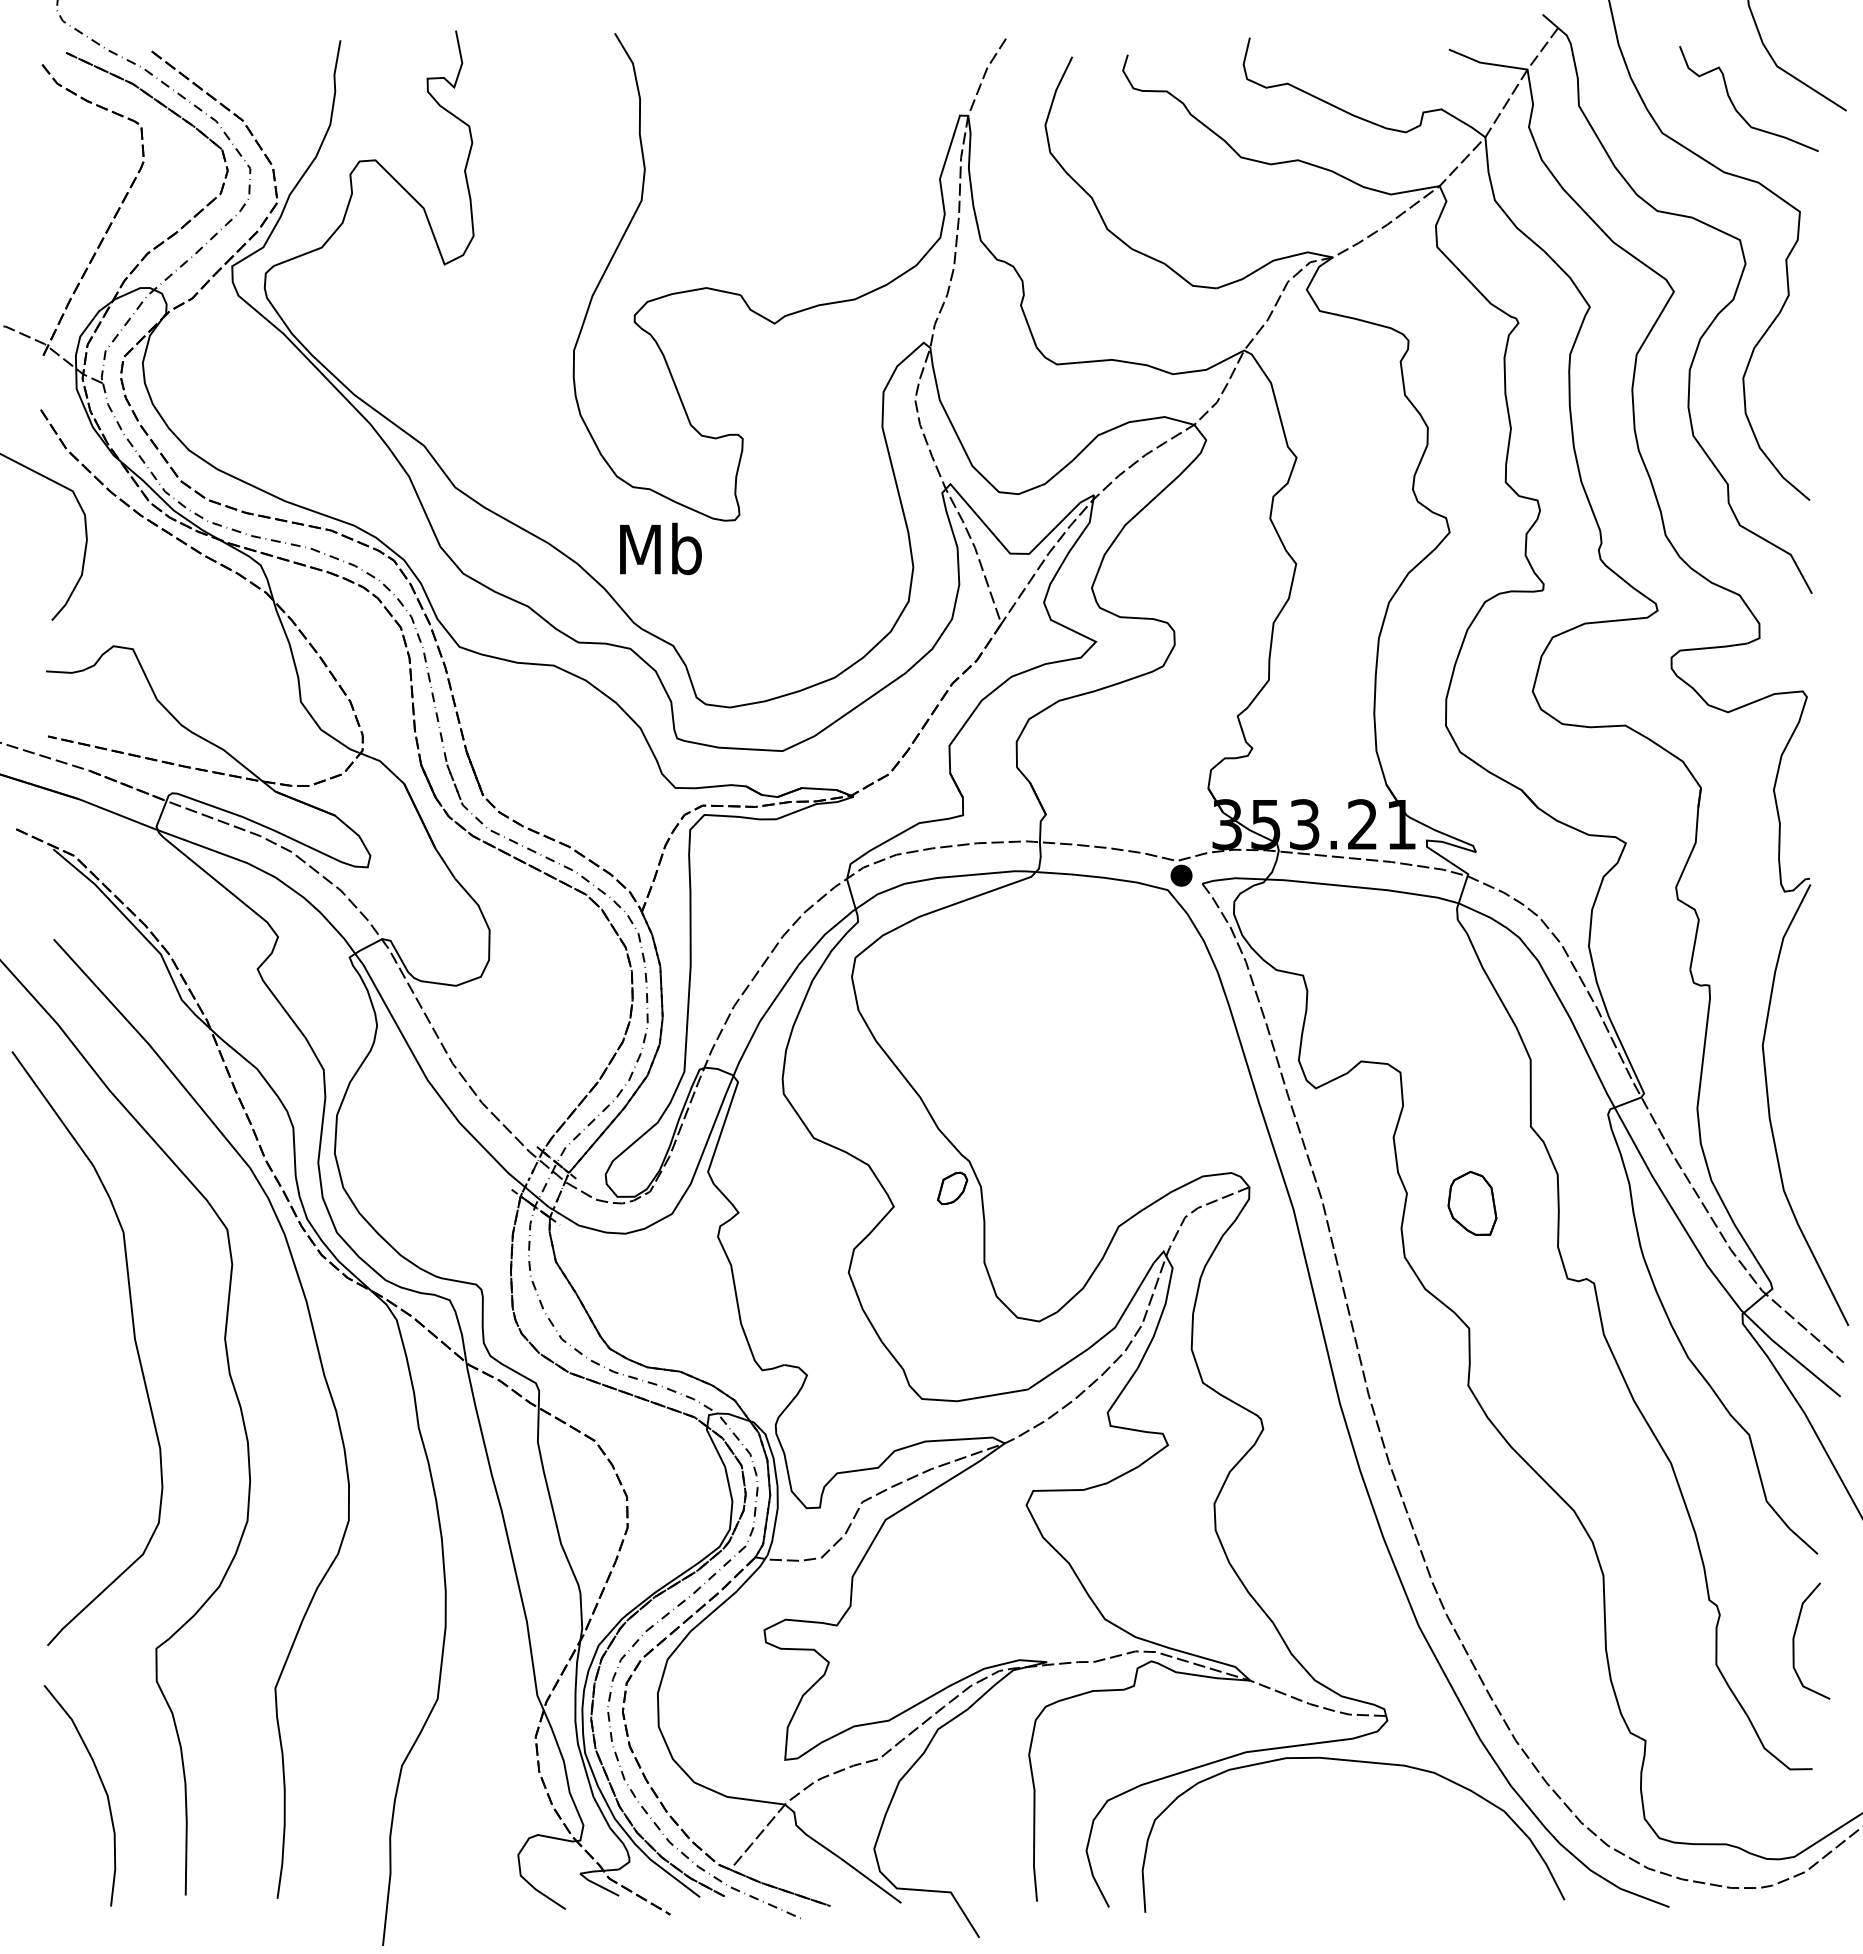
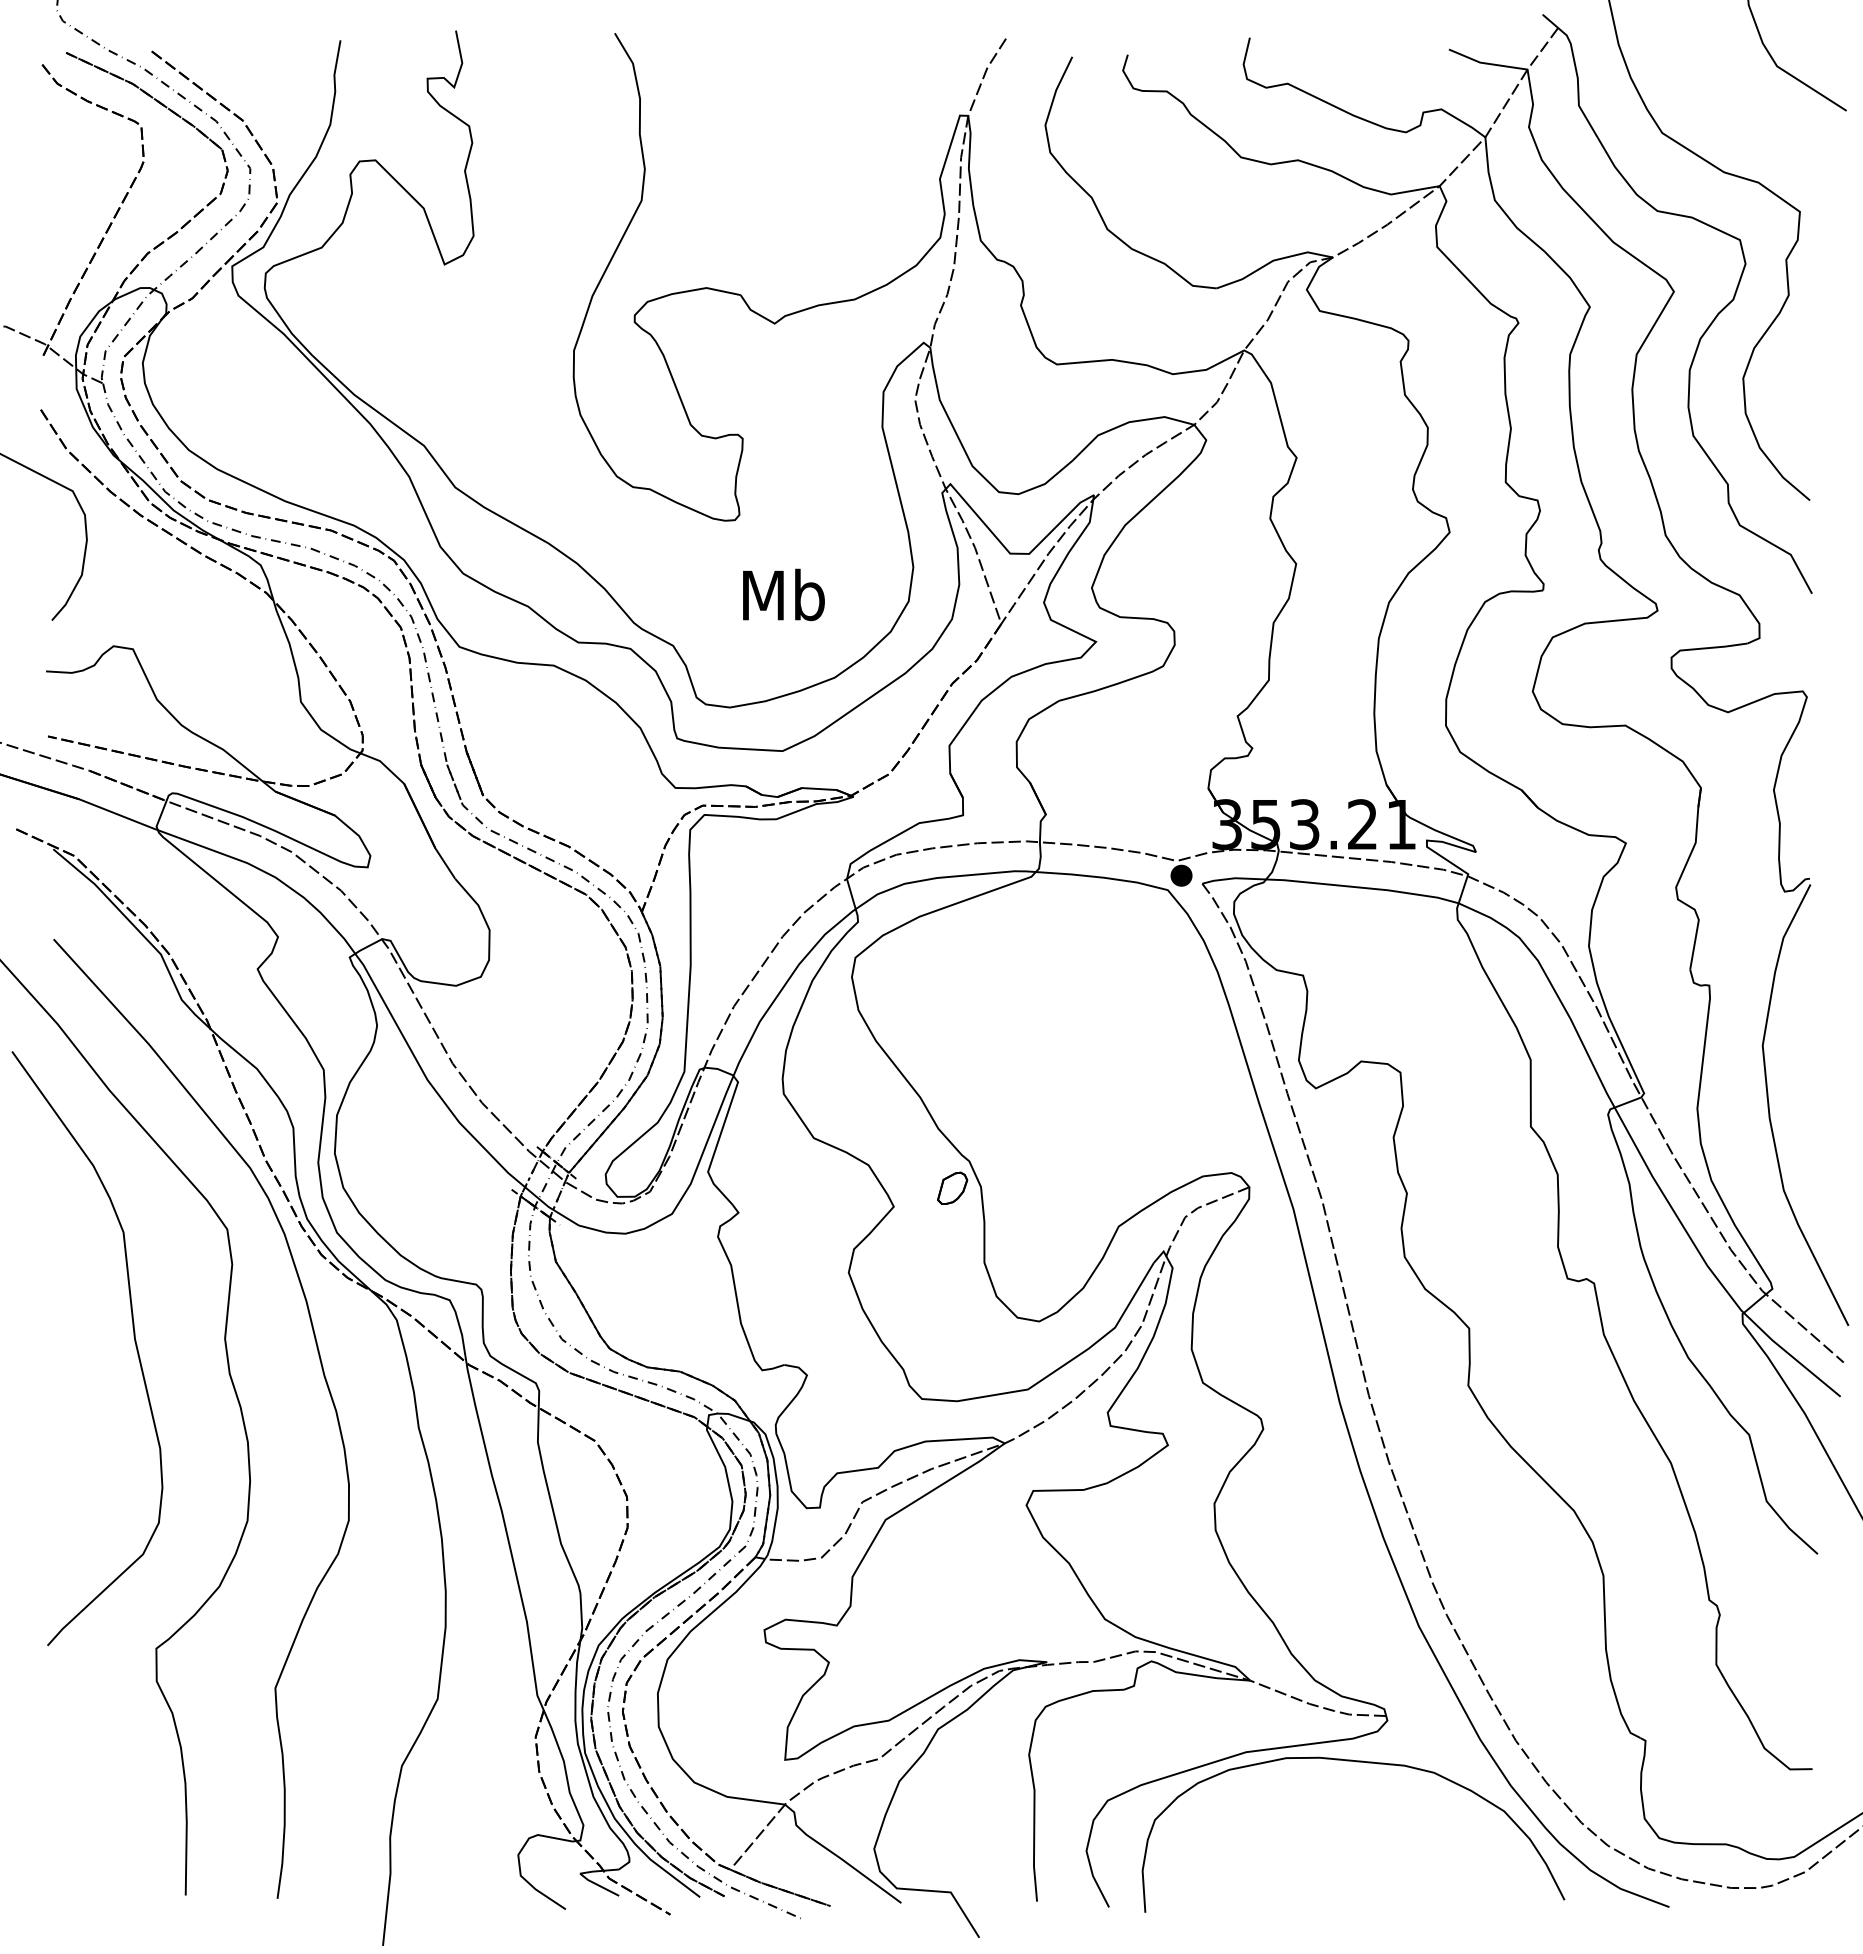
curve at (1735, 106): present -> none
text at (660, 548) position: (660, 548) -> (783, 594)
part at (1472, 1202): present -> none
curve at (1795, 1635): present -> none
curve at (102, 1786): present -> none
